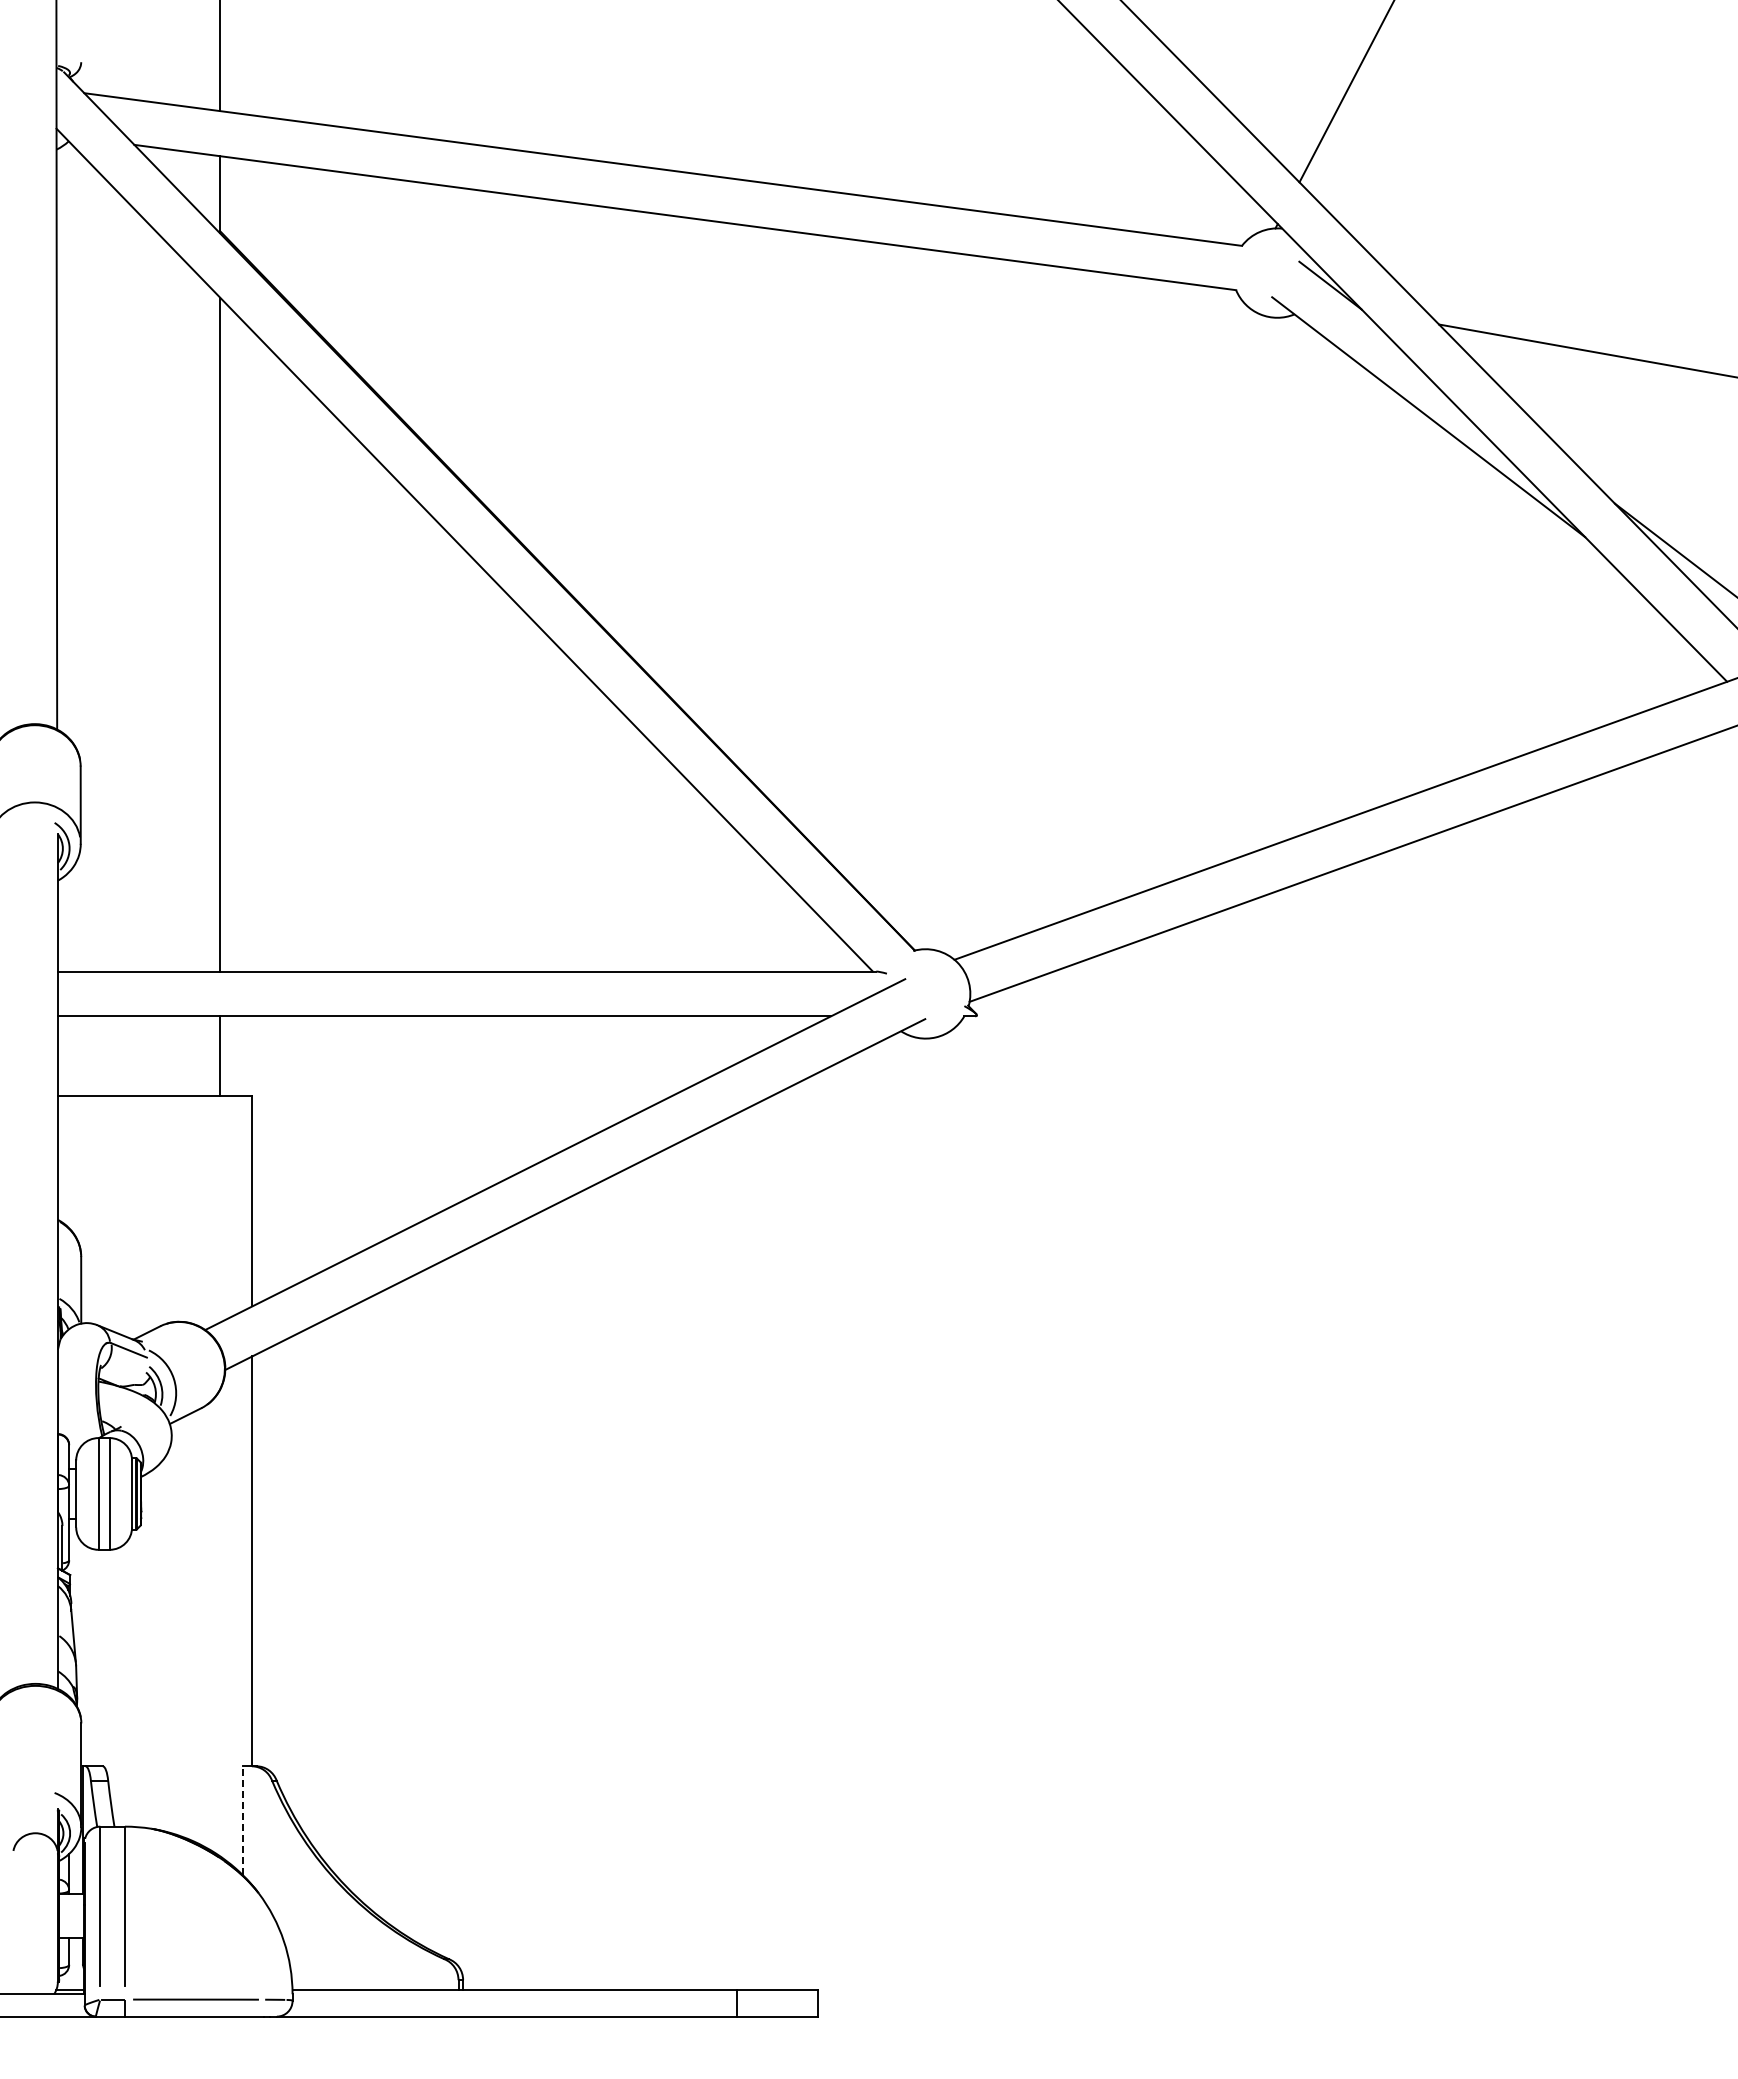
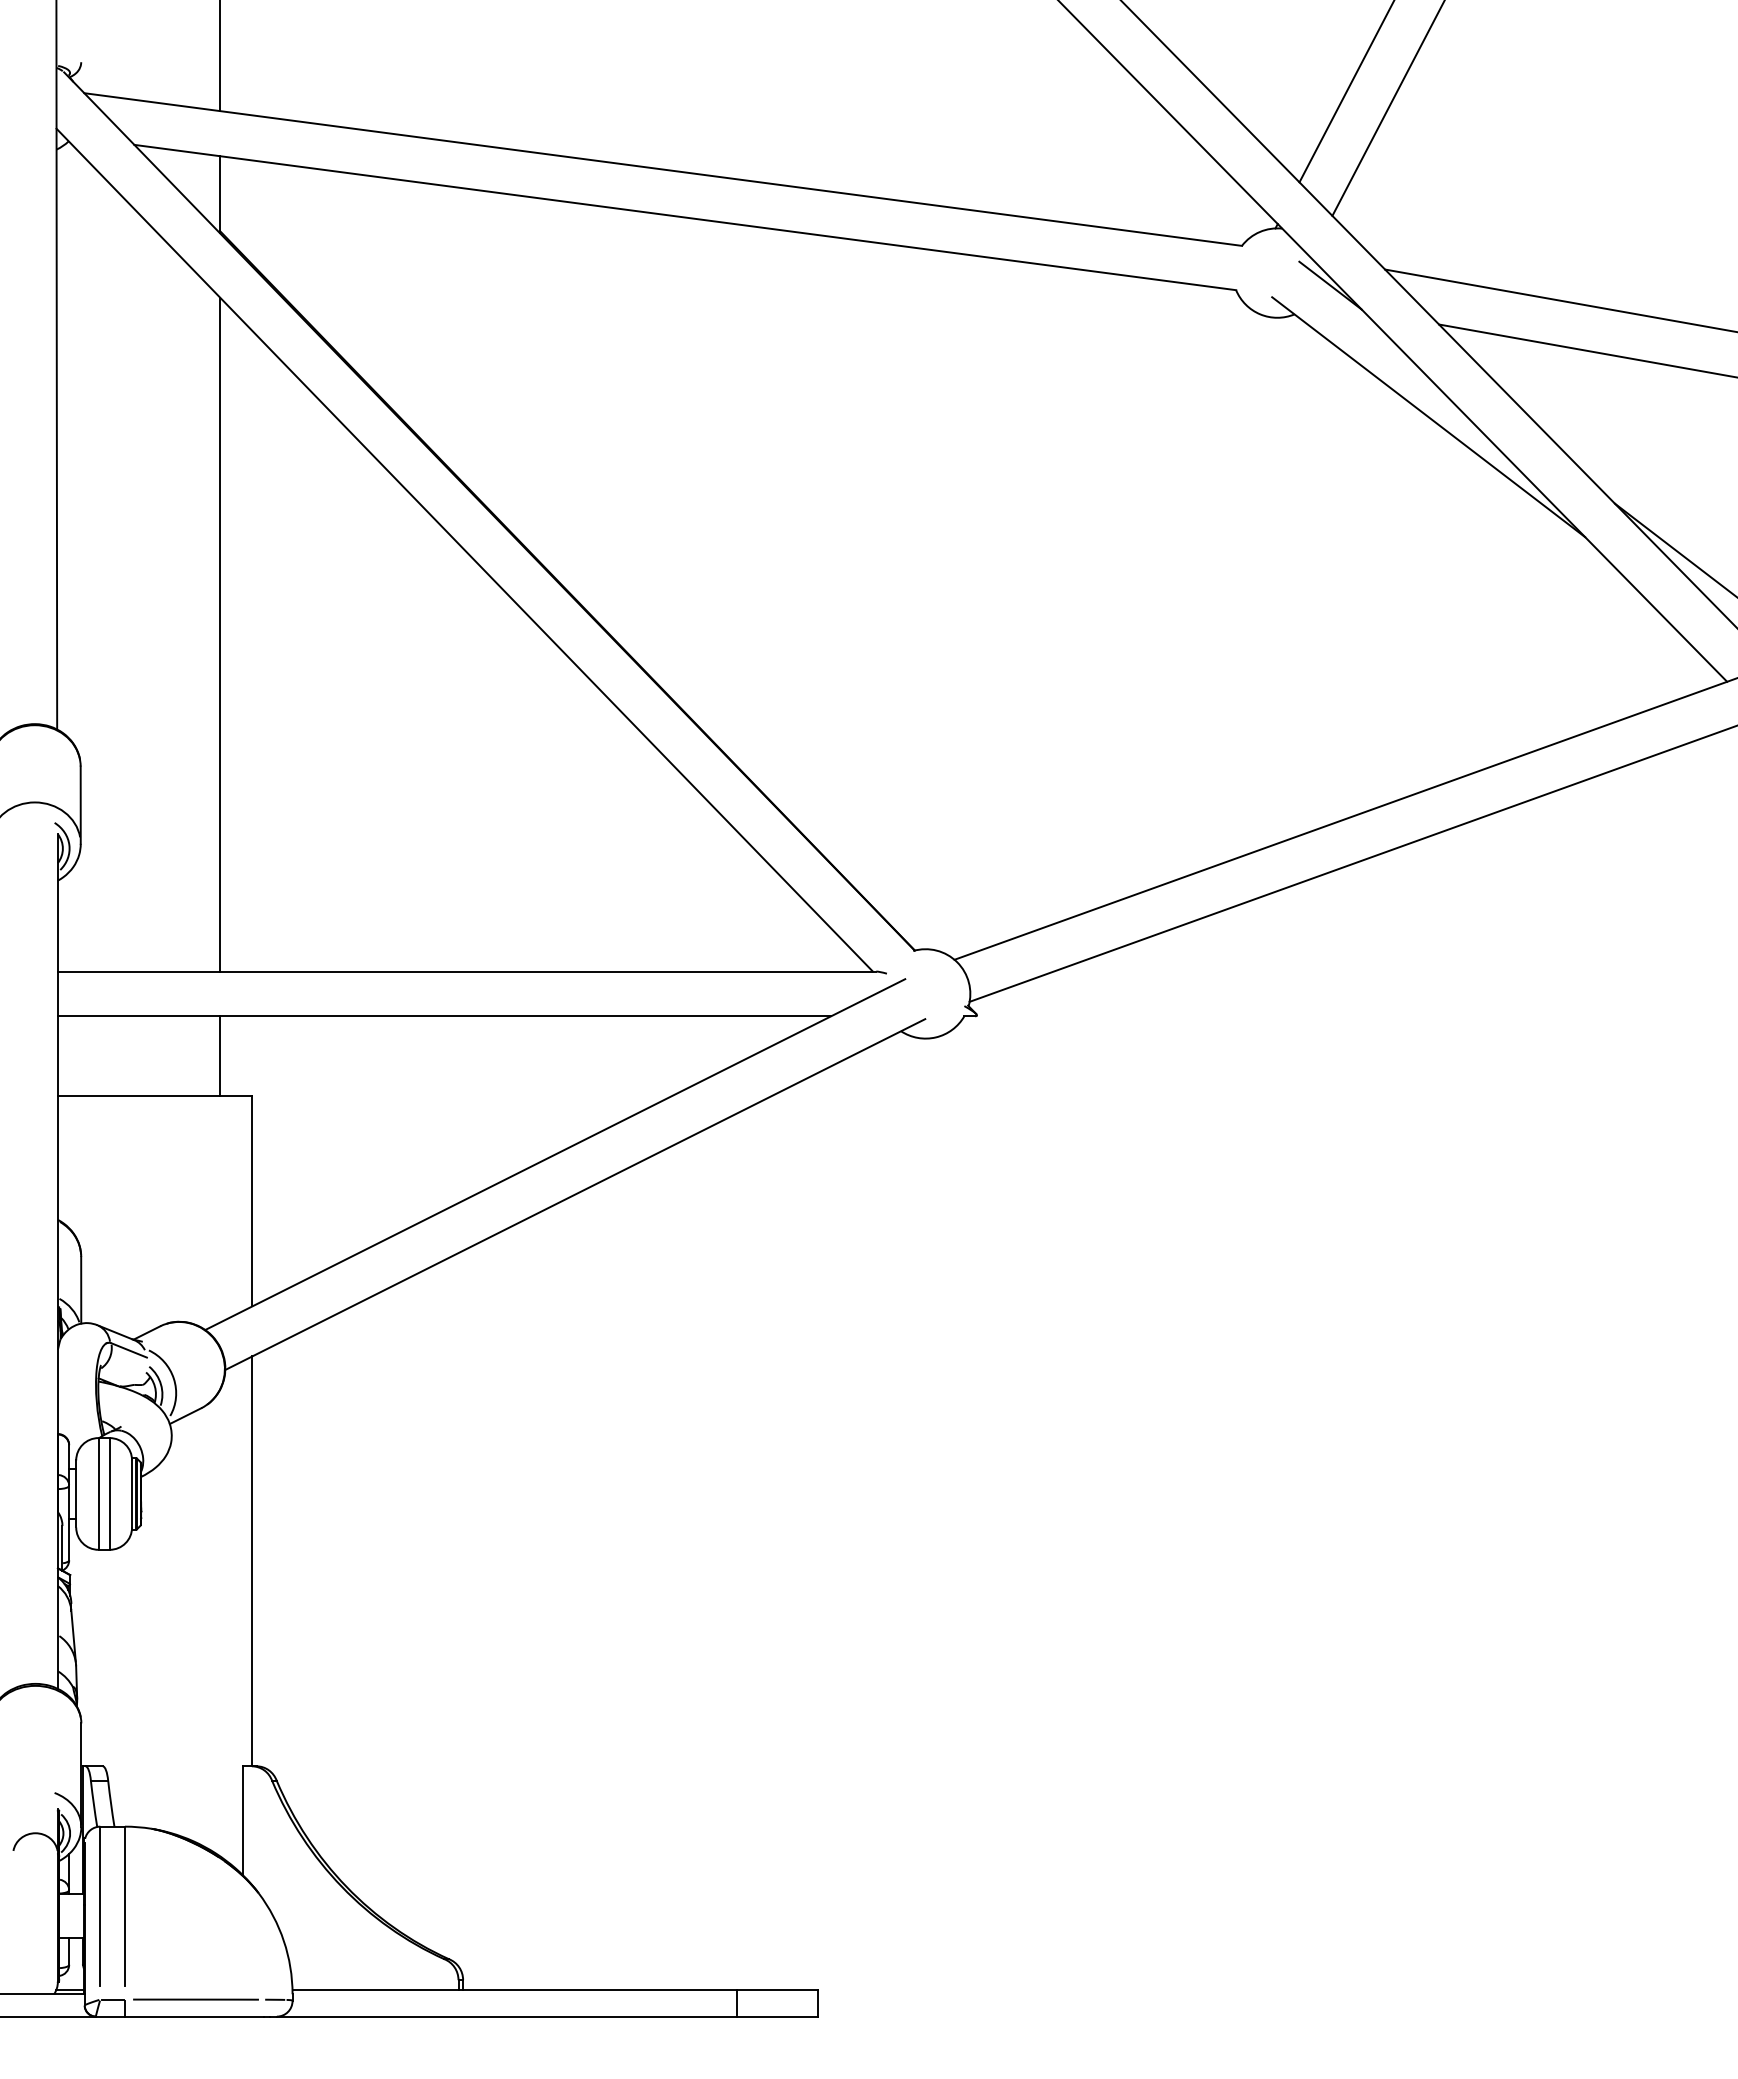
line at (1387, 108): none -> present
line at (1559, 300): none -> present
line at (242, 1820): dashed -> solid
